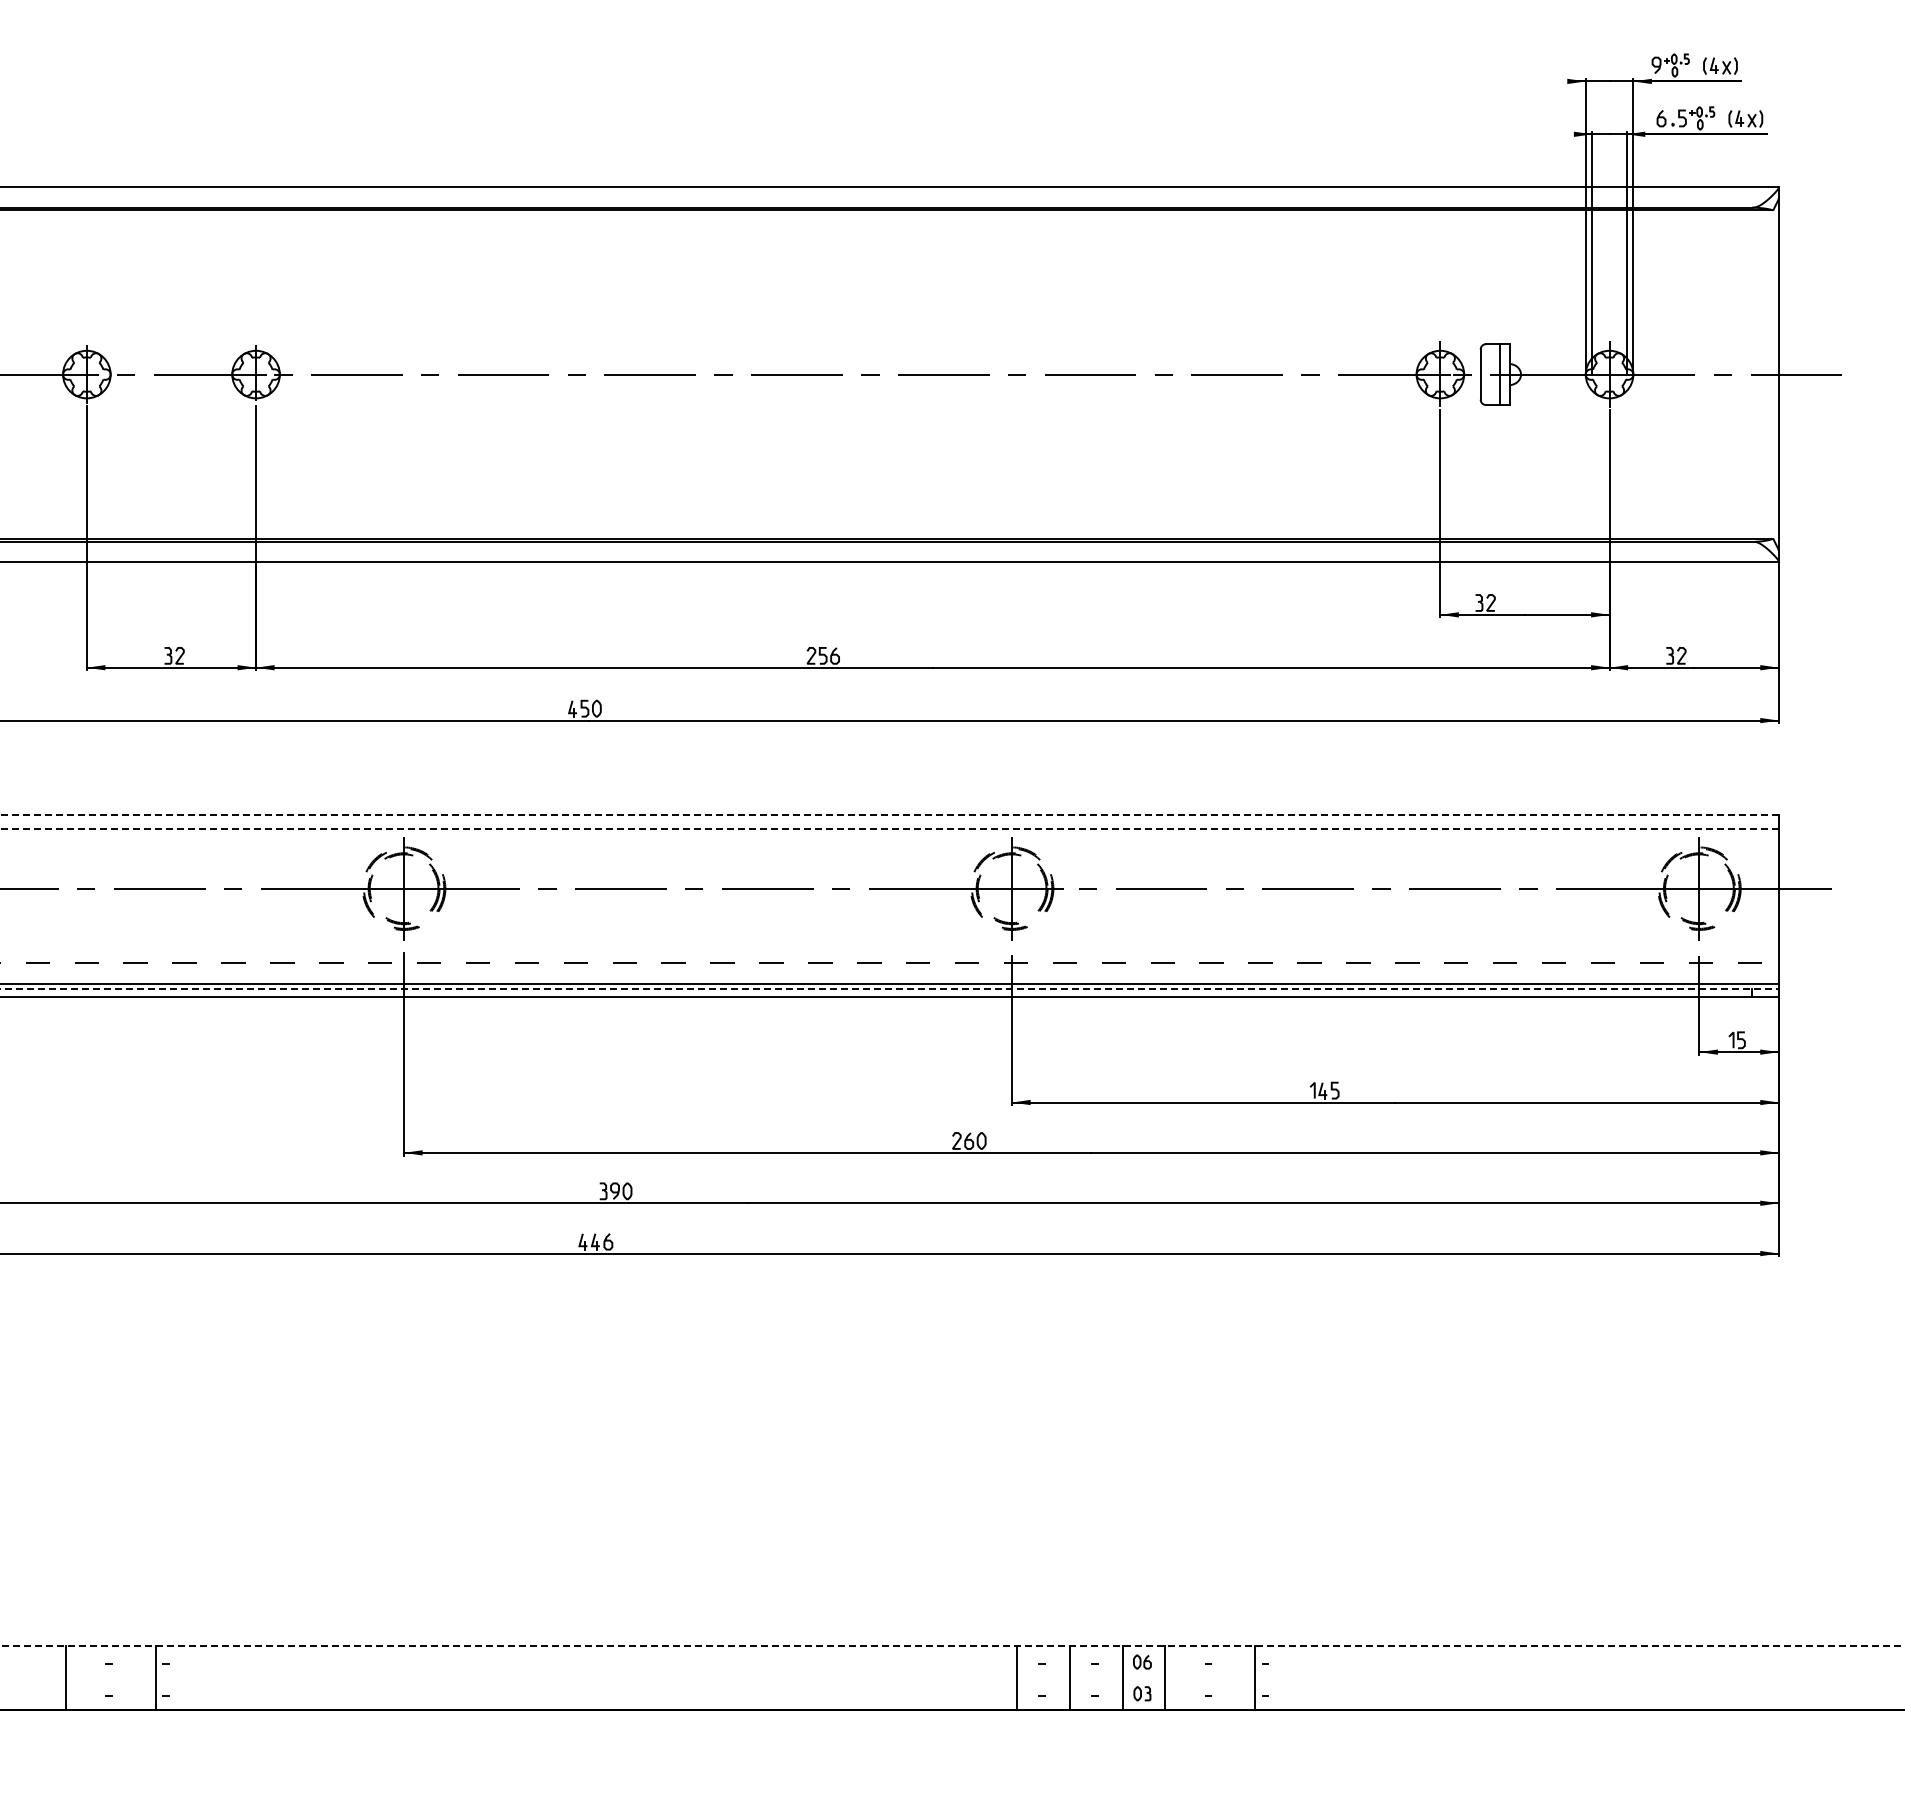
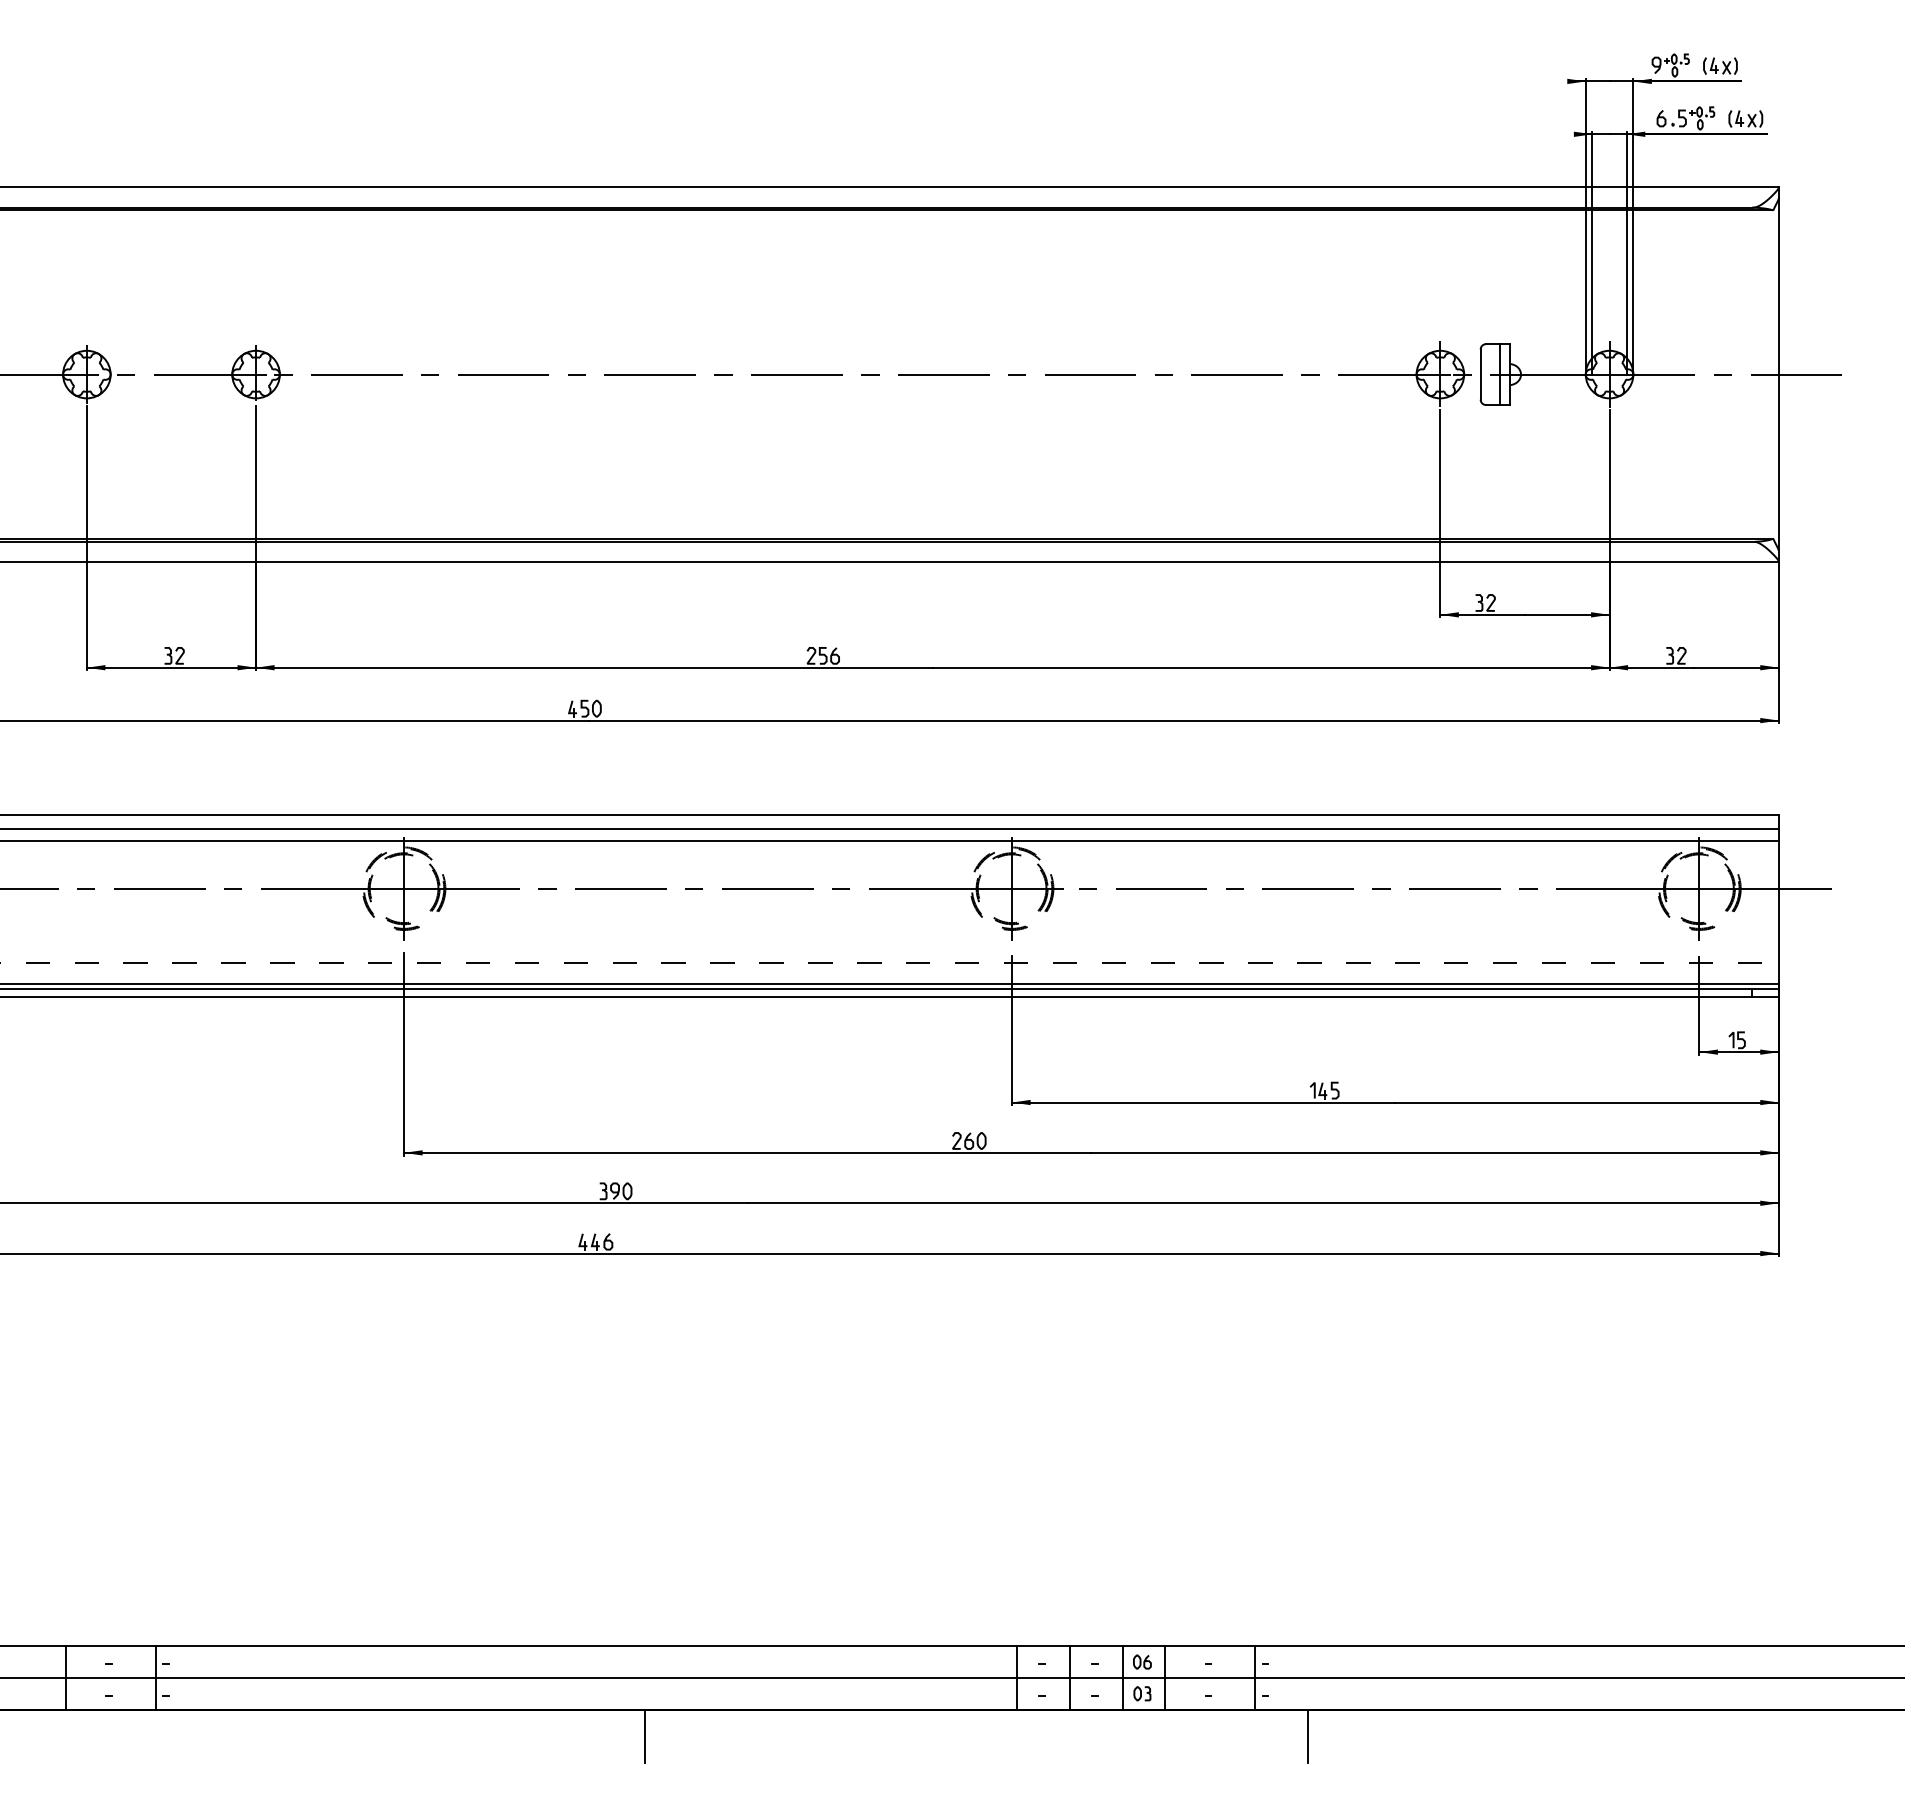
line at (889, 814): dashed -> solid
line at (889, 829): dashed -> solid
line at (890, 840): none -> present
line at (889, 989): dashed -> solid
line at (952, 1646): dashed -> solid
line at (951, 1677): none -> present
line at (644, 1735): none -> present
line at (1308, 1735): none -> present
